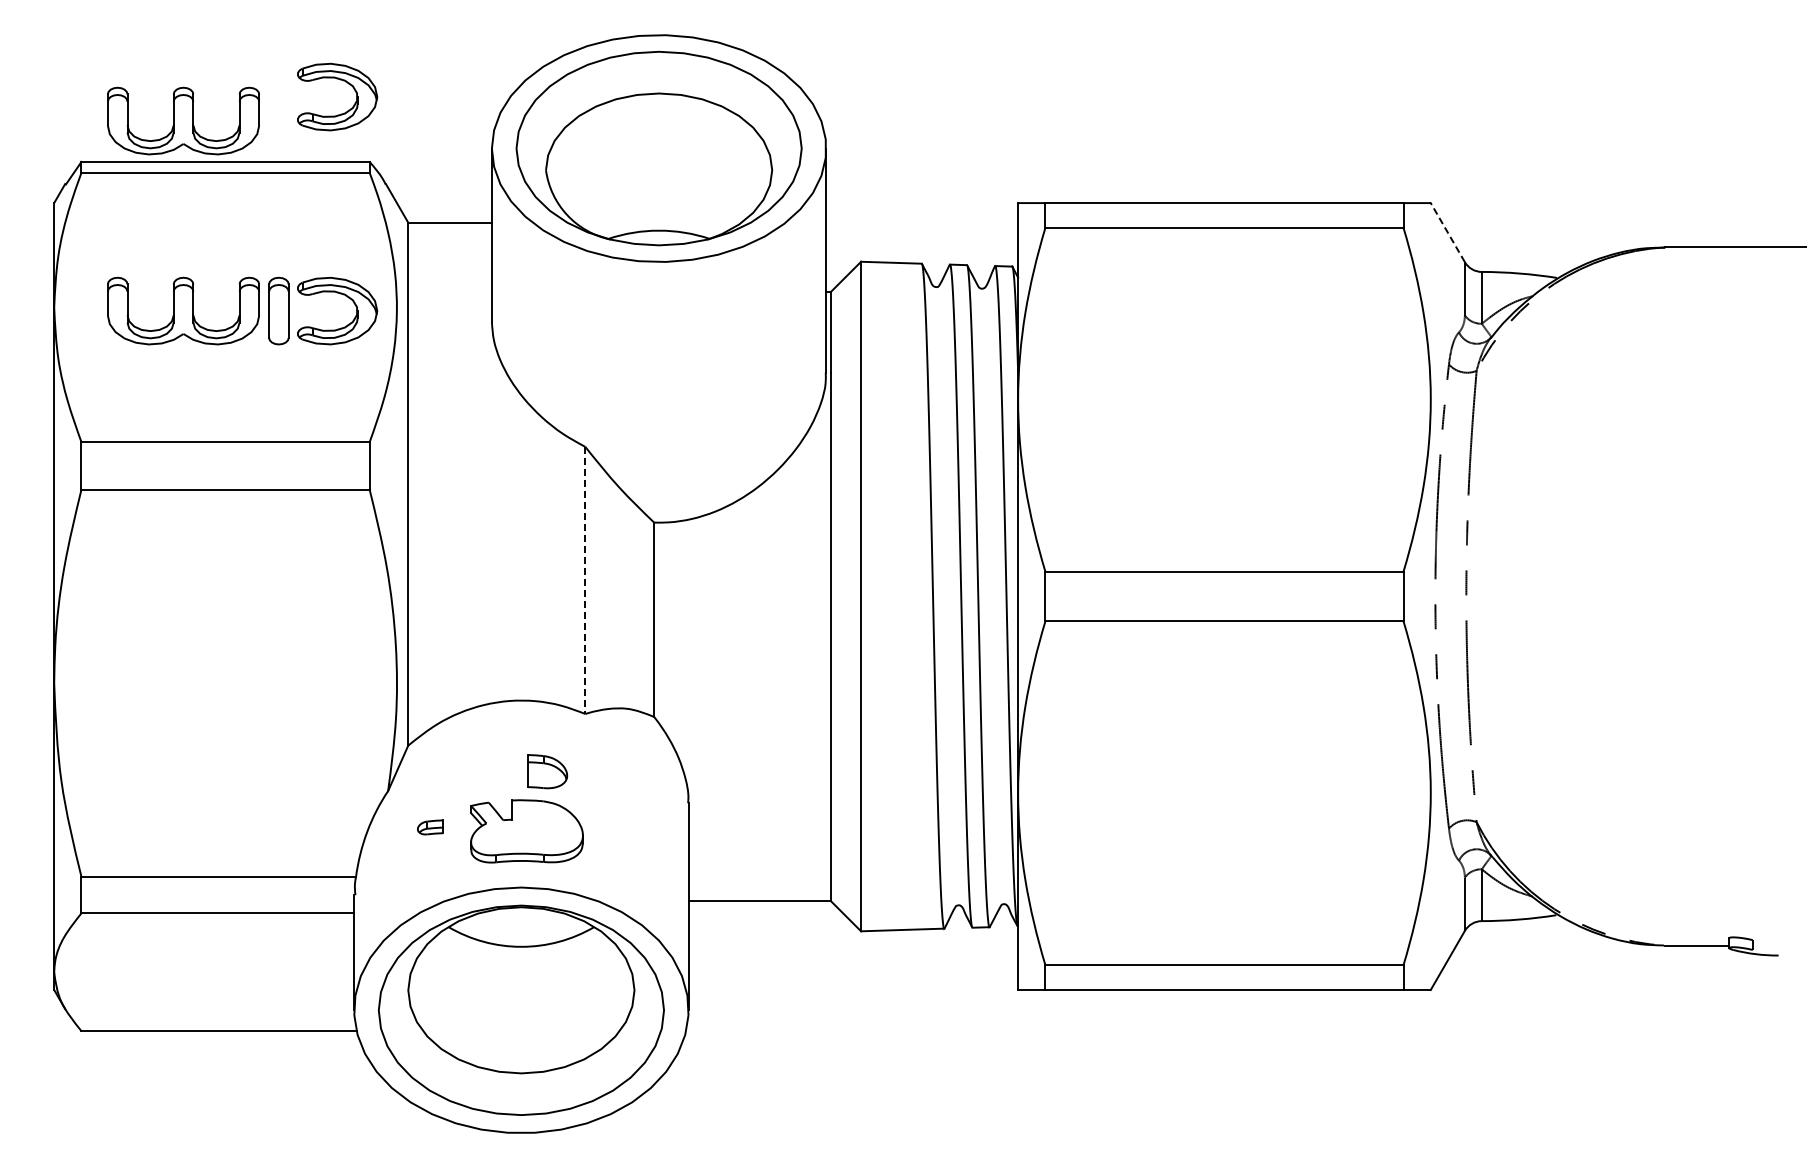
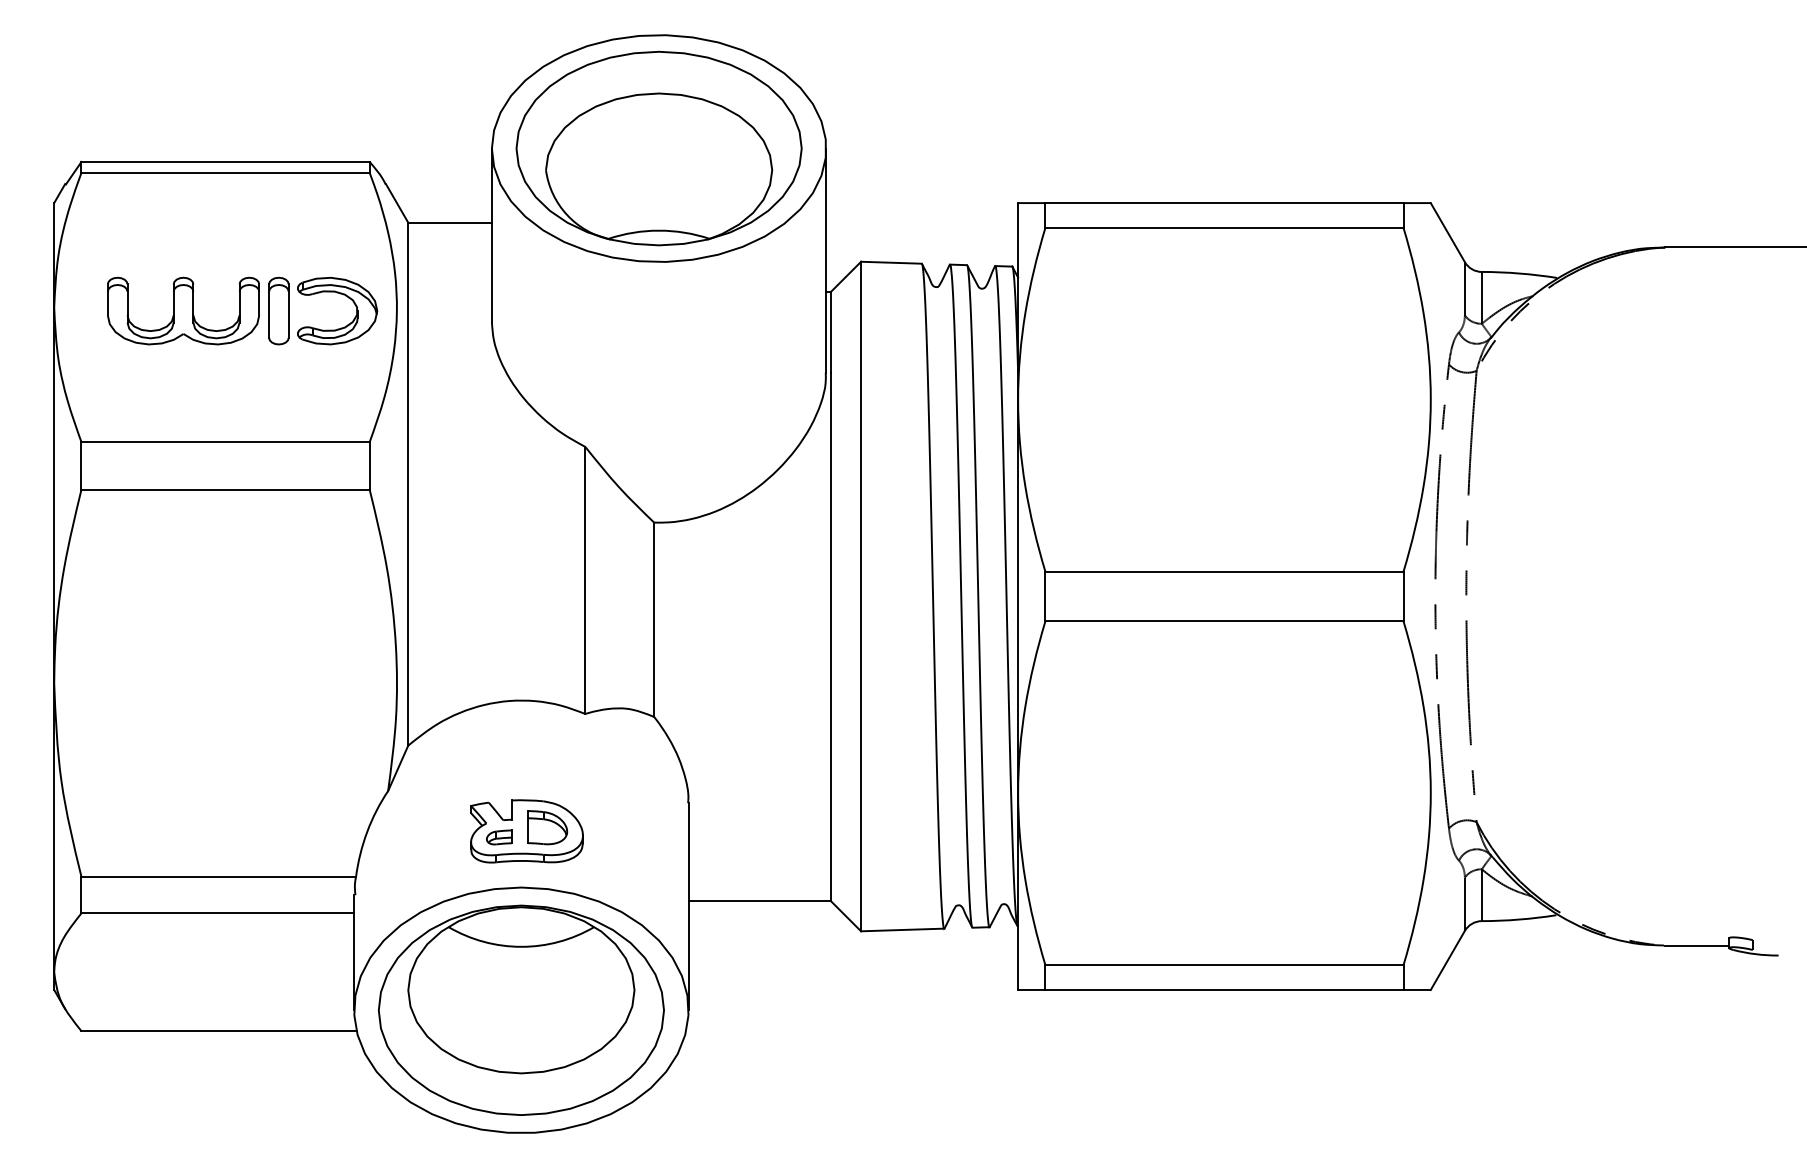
part at (345, 82): present -> none
part at (183, 120): present -> none
line at (1447, 232): dashed -> solid
line at (585, 580): dashed -> solid
part at (547, 771) position: (547, 771) -> (547, 827)
part at (430, 827) position: (430, 827) -> (499, 837)
